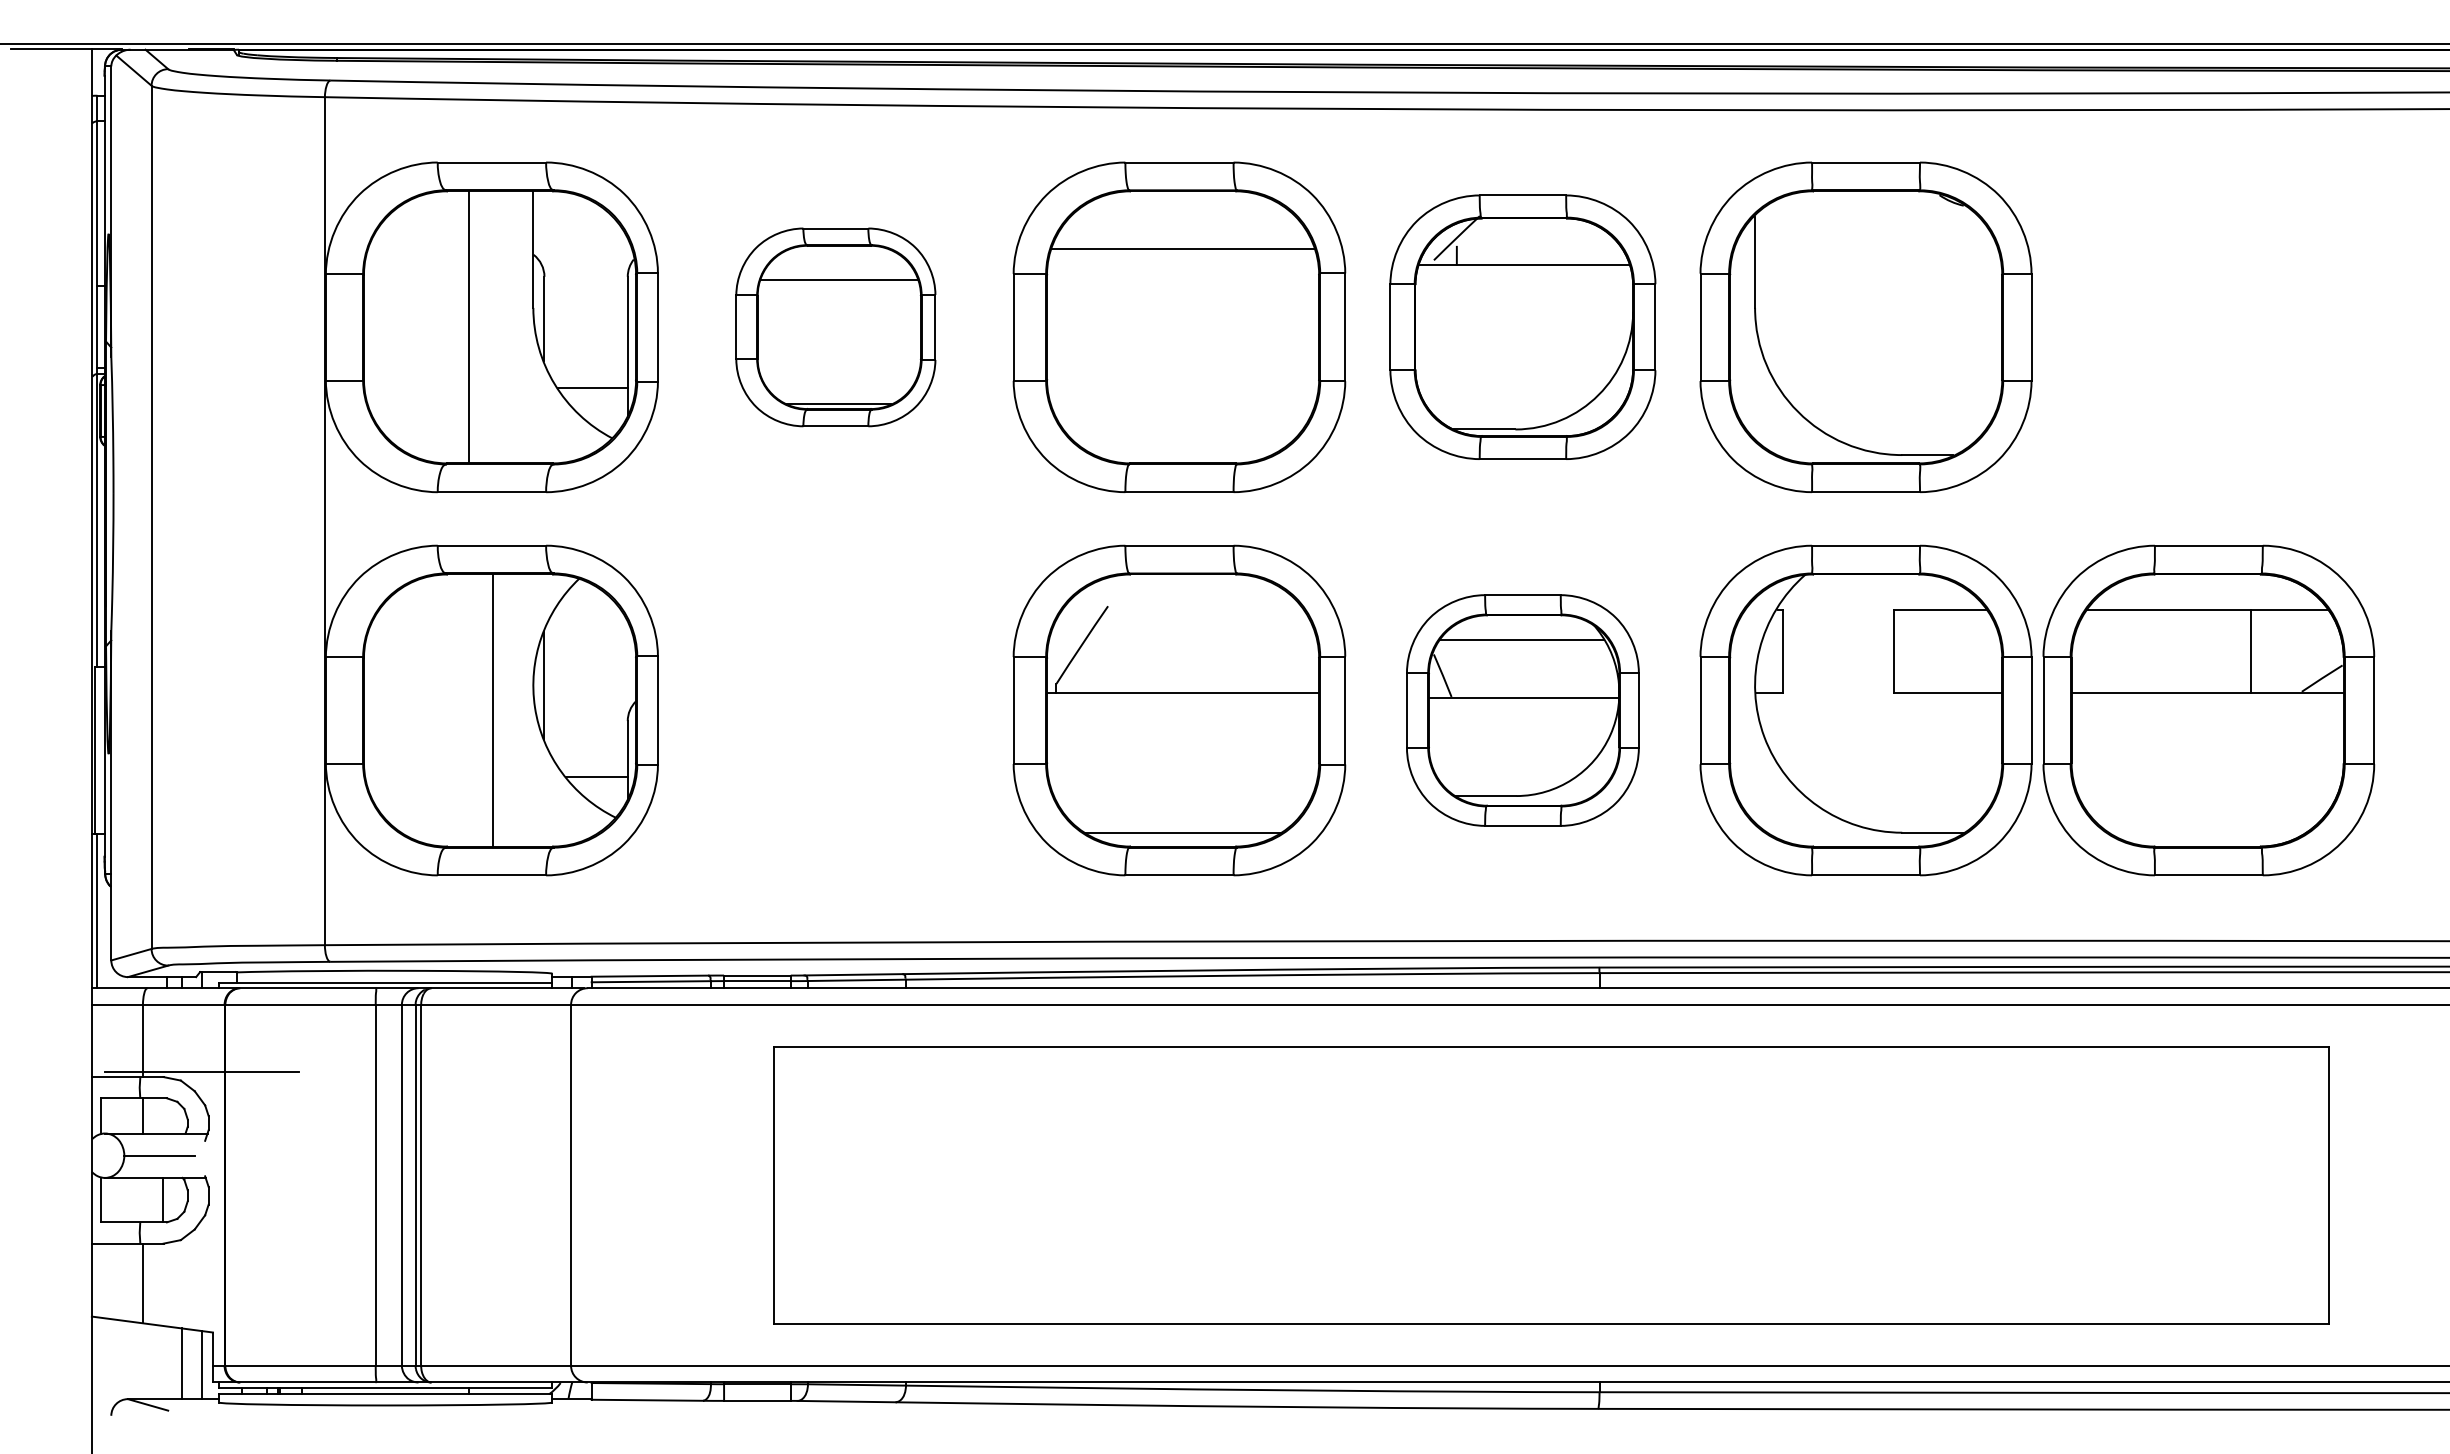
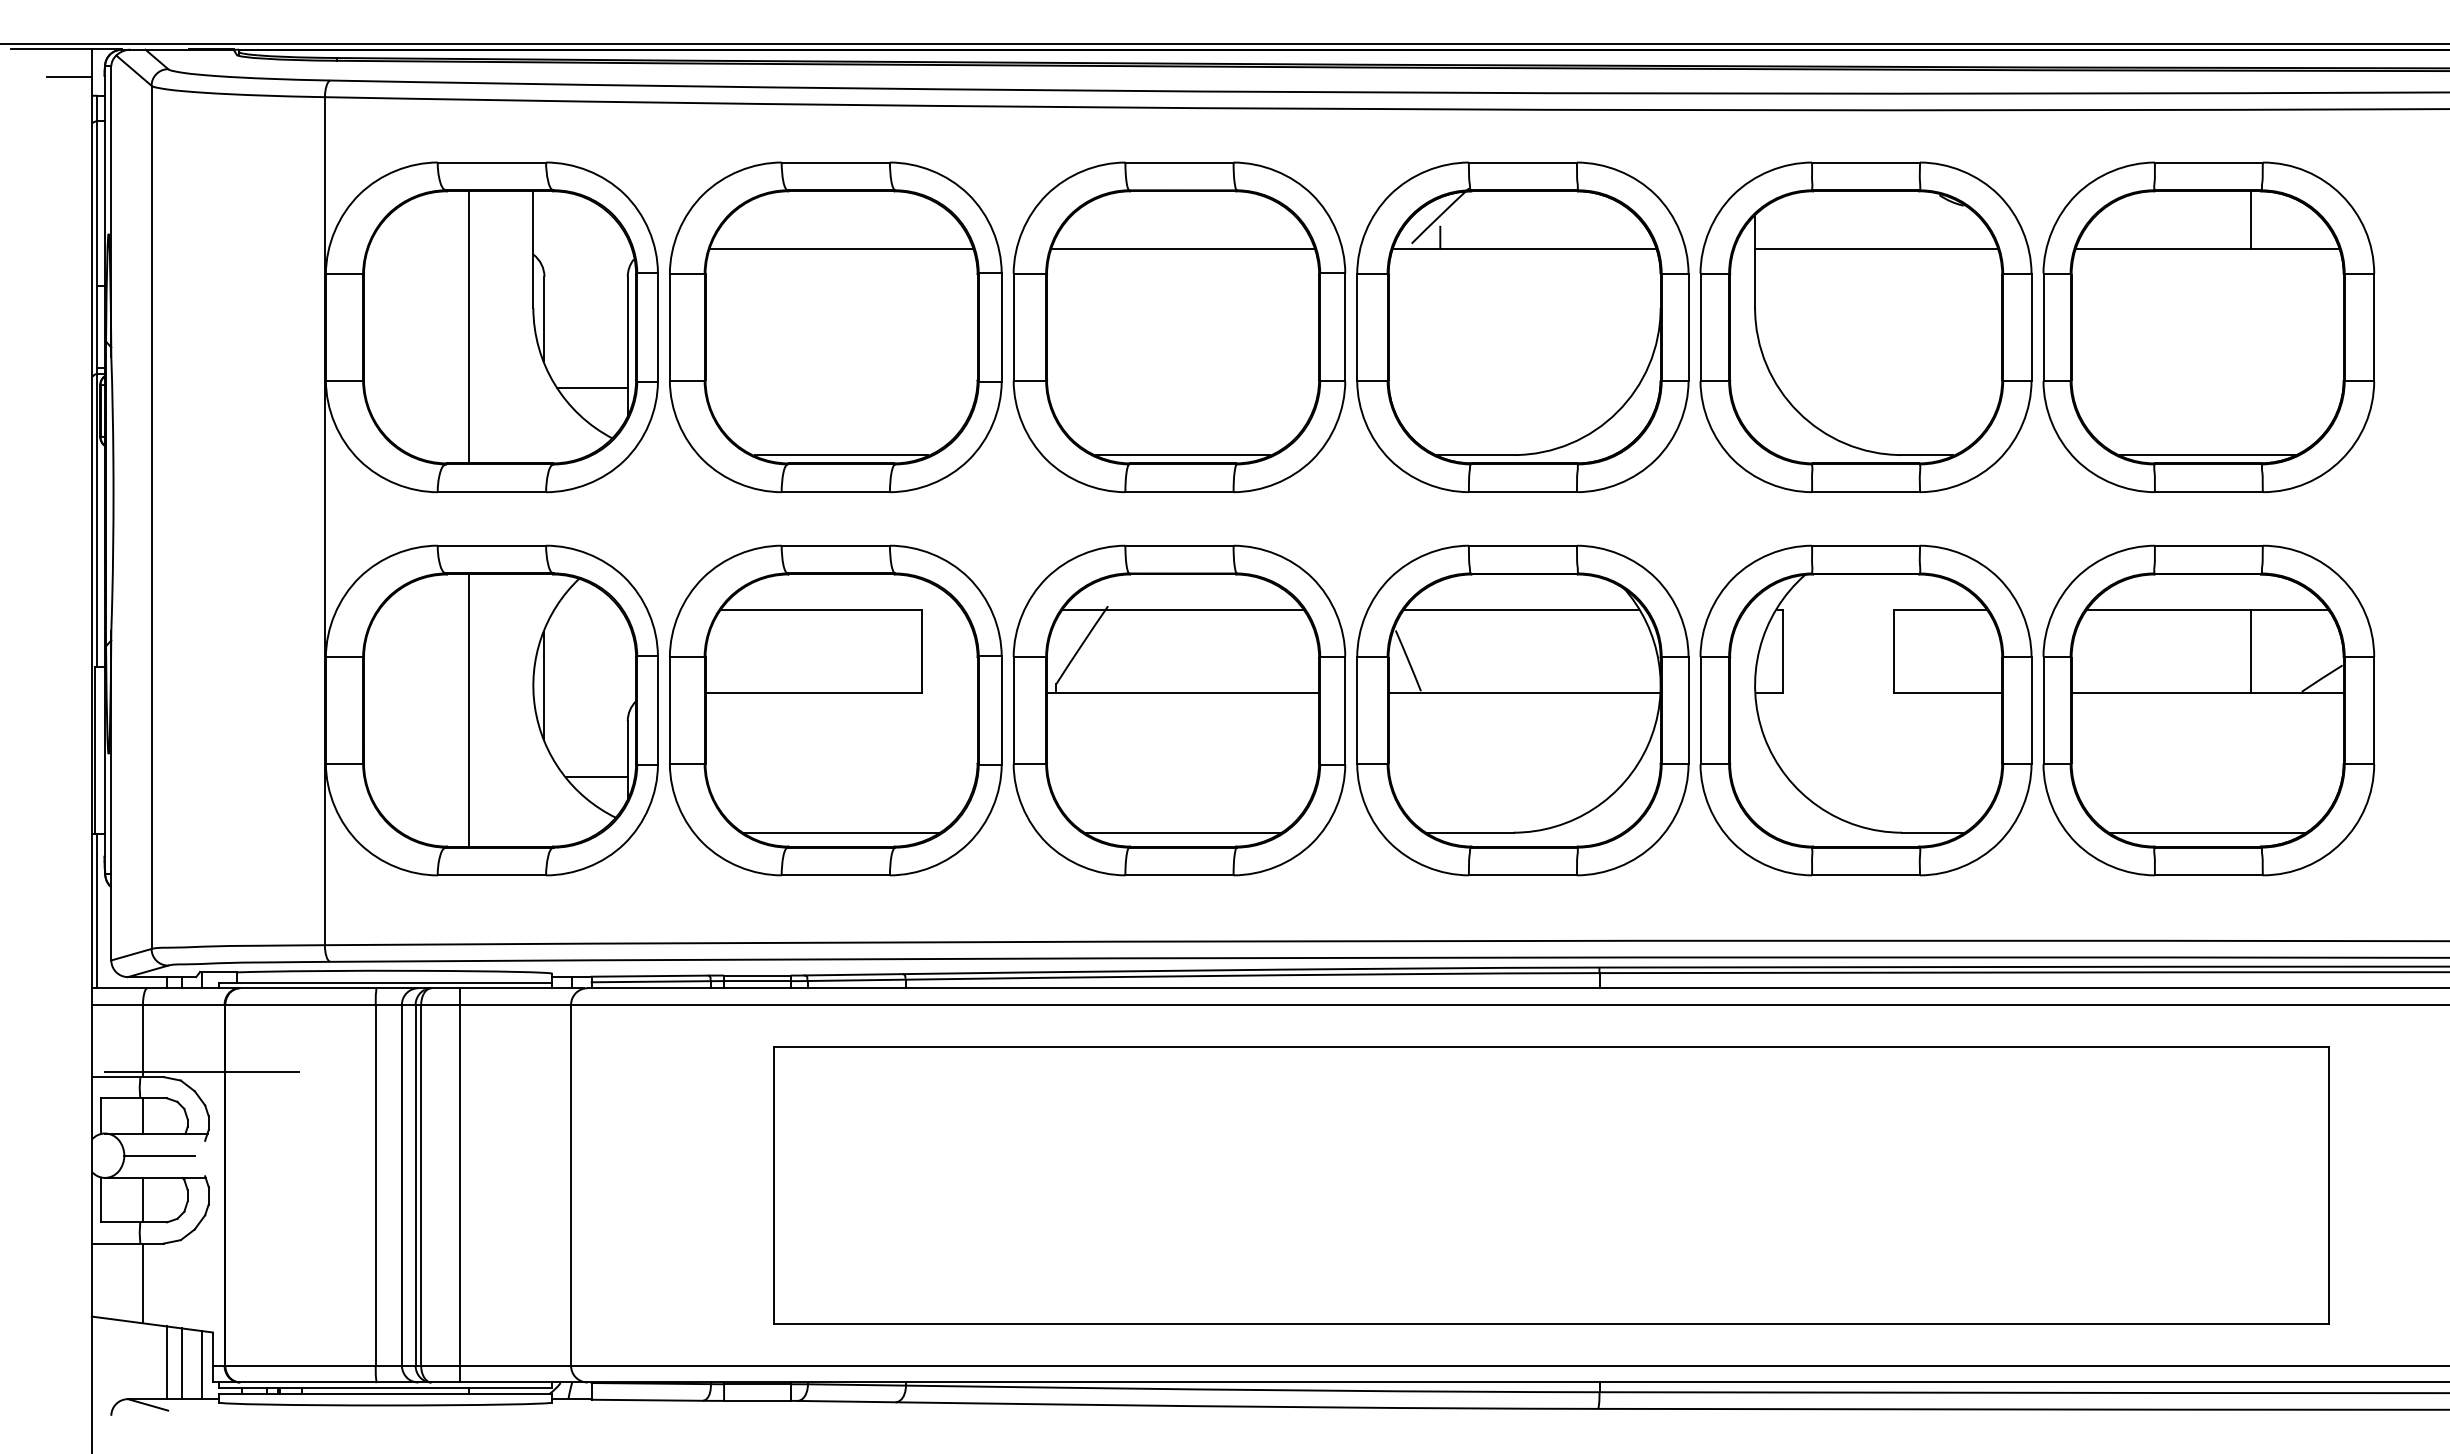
line at (69, 76): none -> present
line at (1876, 249): none -> present
part at (1522, 326) size: 268x266 px -> 334x332 px
part at (2208, 326): none -> present
part at (835, 327) size: 202x201 px -> 334x333 px
line at (1182, 455): none -> present
line at (1182, 610): none -> present
line at (492, 710) position: (492, 710) -> (468, 710)
part at (835, 710): none -> present
part at (1522, 710) size: 234x233 px -> 334x333 px
line at (2207, 832): none -> present
line at (460, 1185): none -> present
line at (162, 1199) position: (162, 1199) -> (142, 1199)
line at (166, 1362): none -> present
